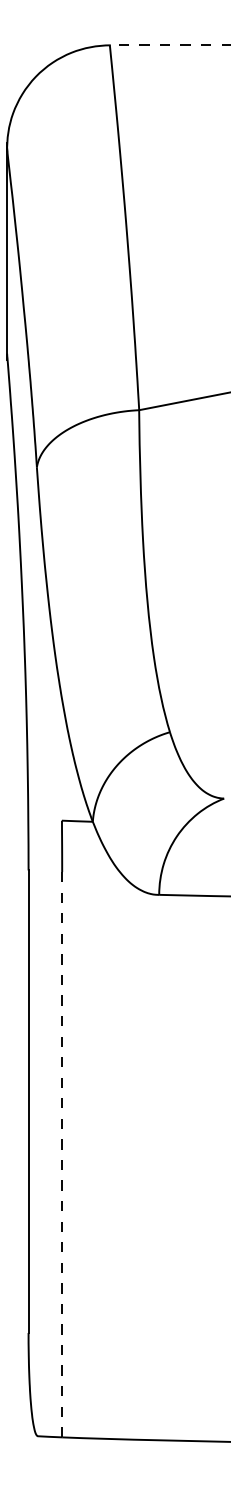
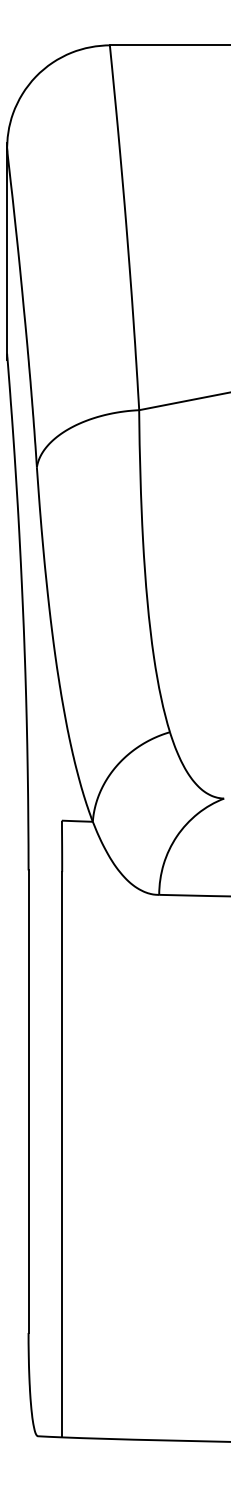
line at (169, 45): dashed -> solid
line at (62, 1154): dashed -> solid
